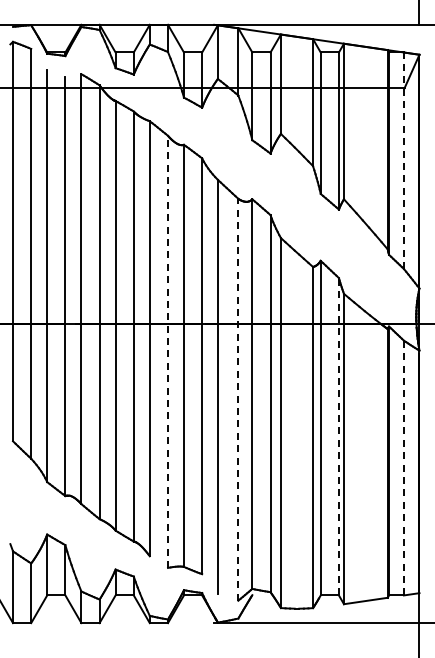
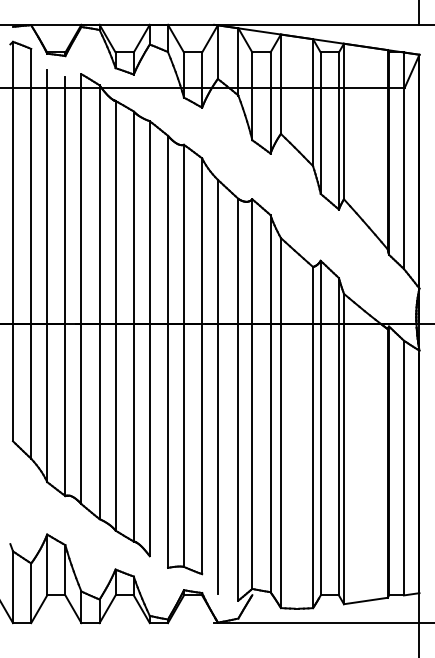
line at (403, 160): dashed -> solid
line at (167, 351): dashed -> solid
line at (238, 399): dashed -> solid
line at (338, 436): dashed -> solid
line at (403, 467): dashed -> solid
